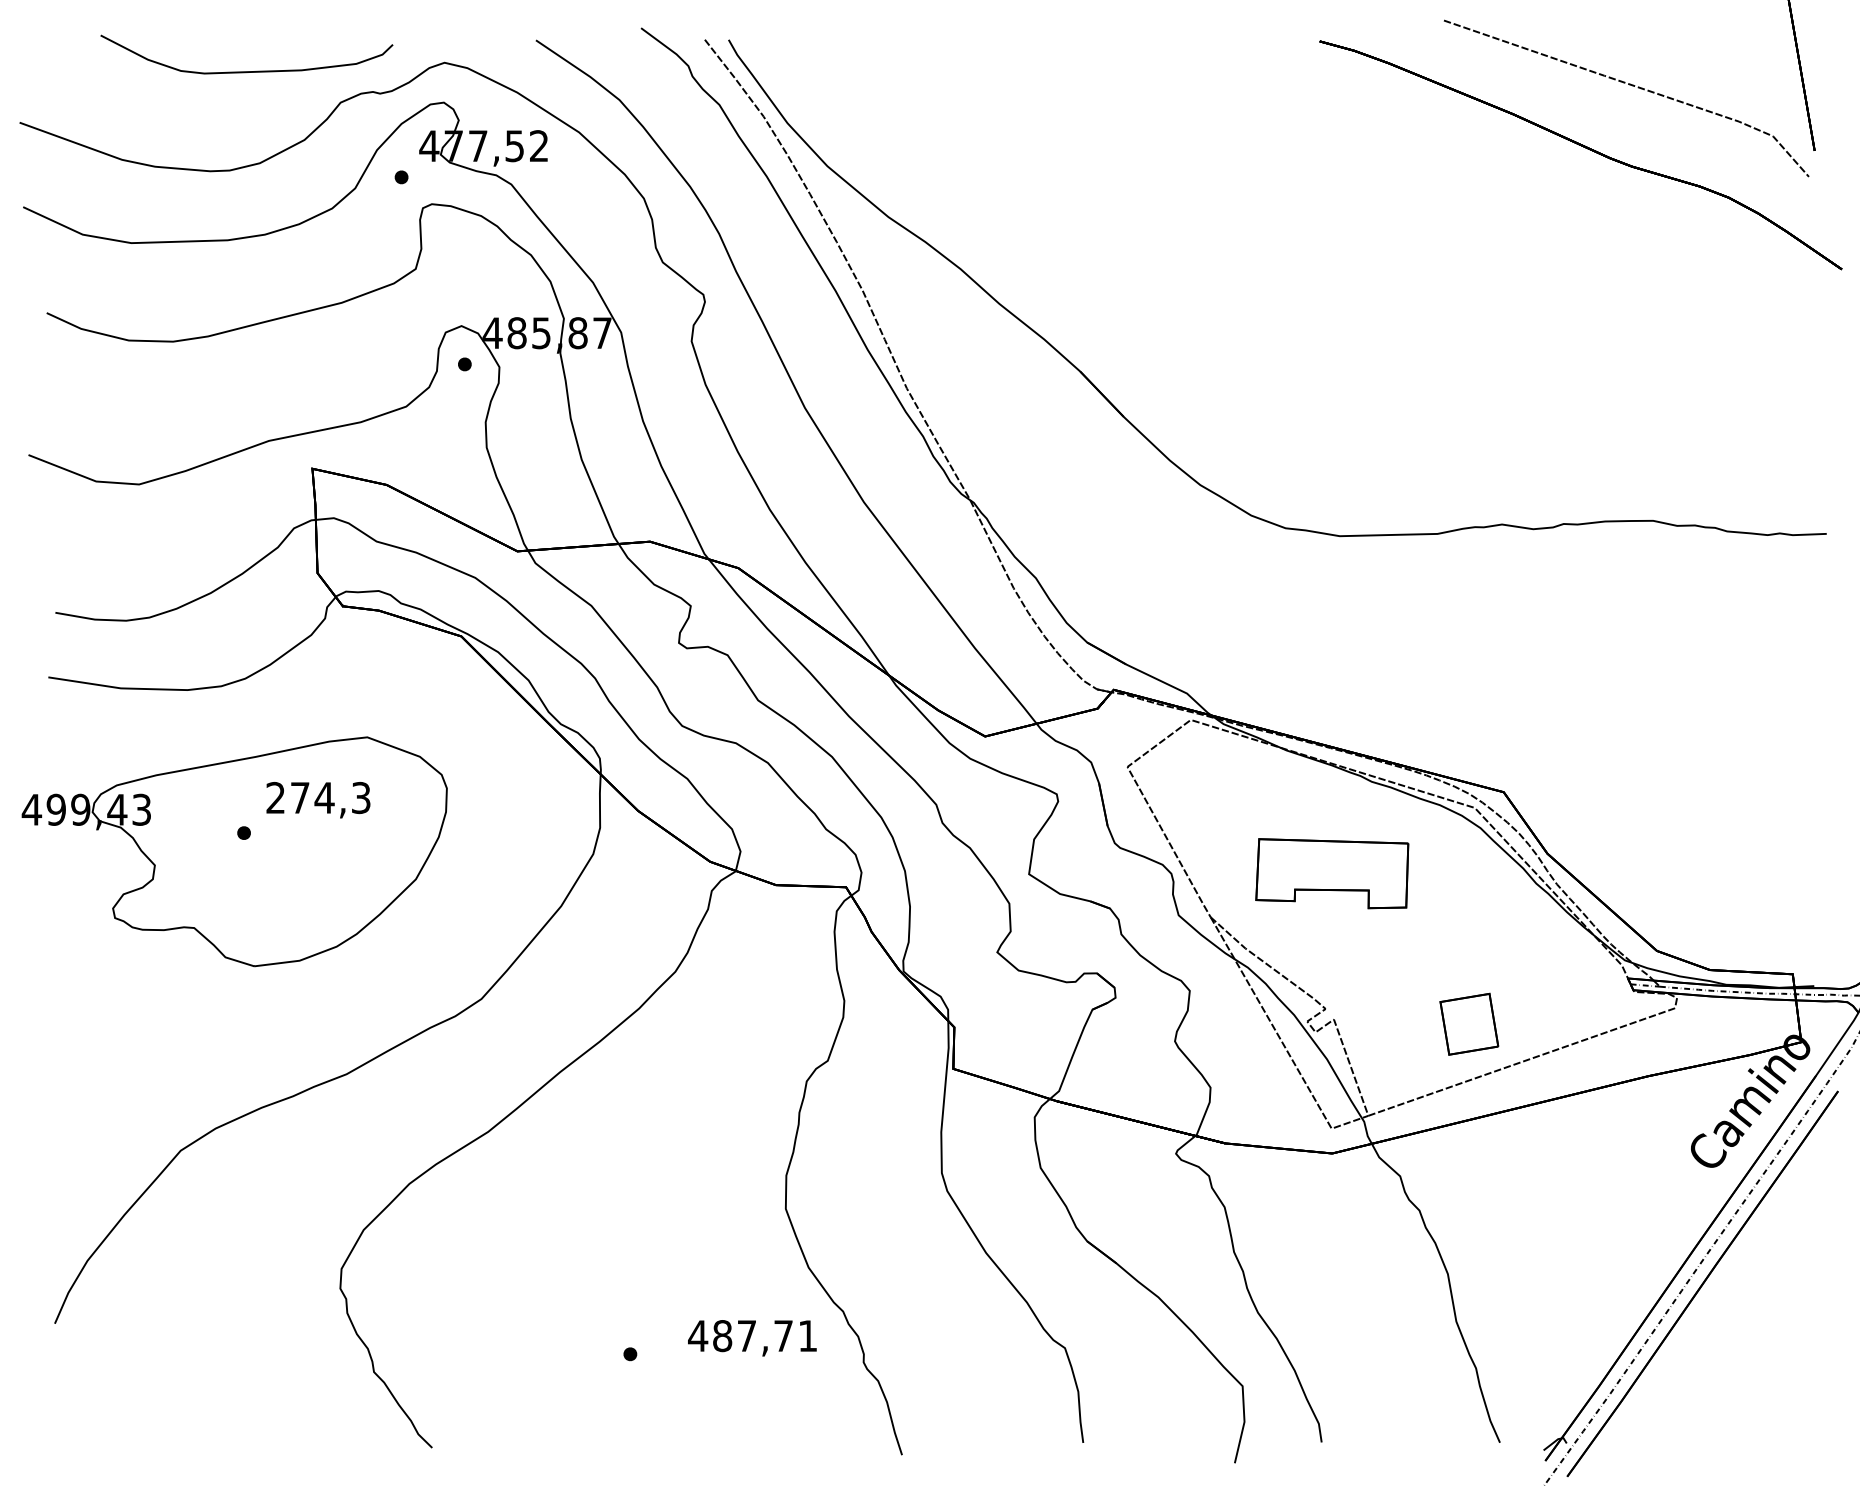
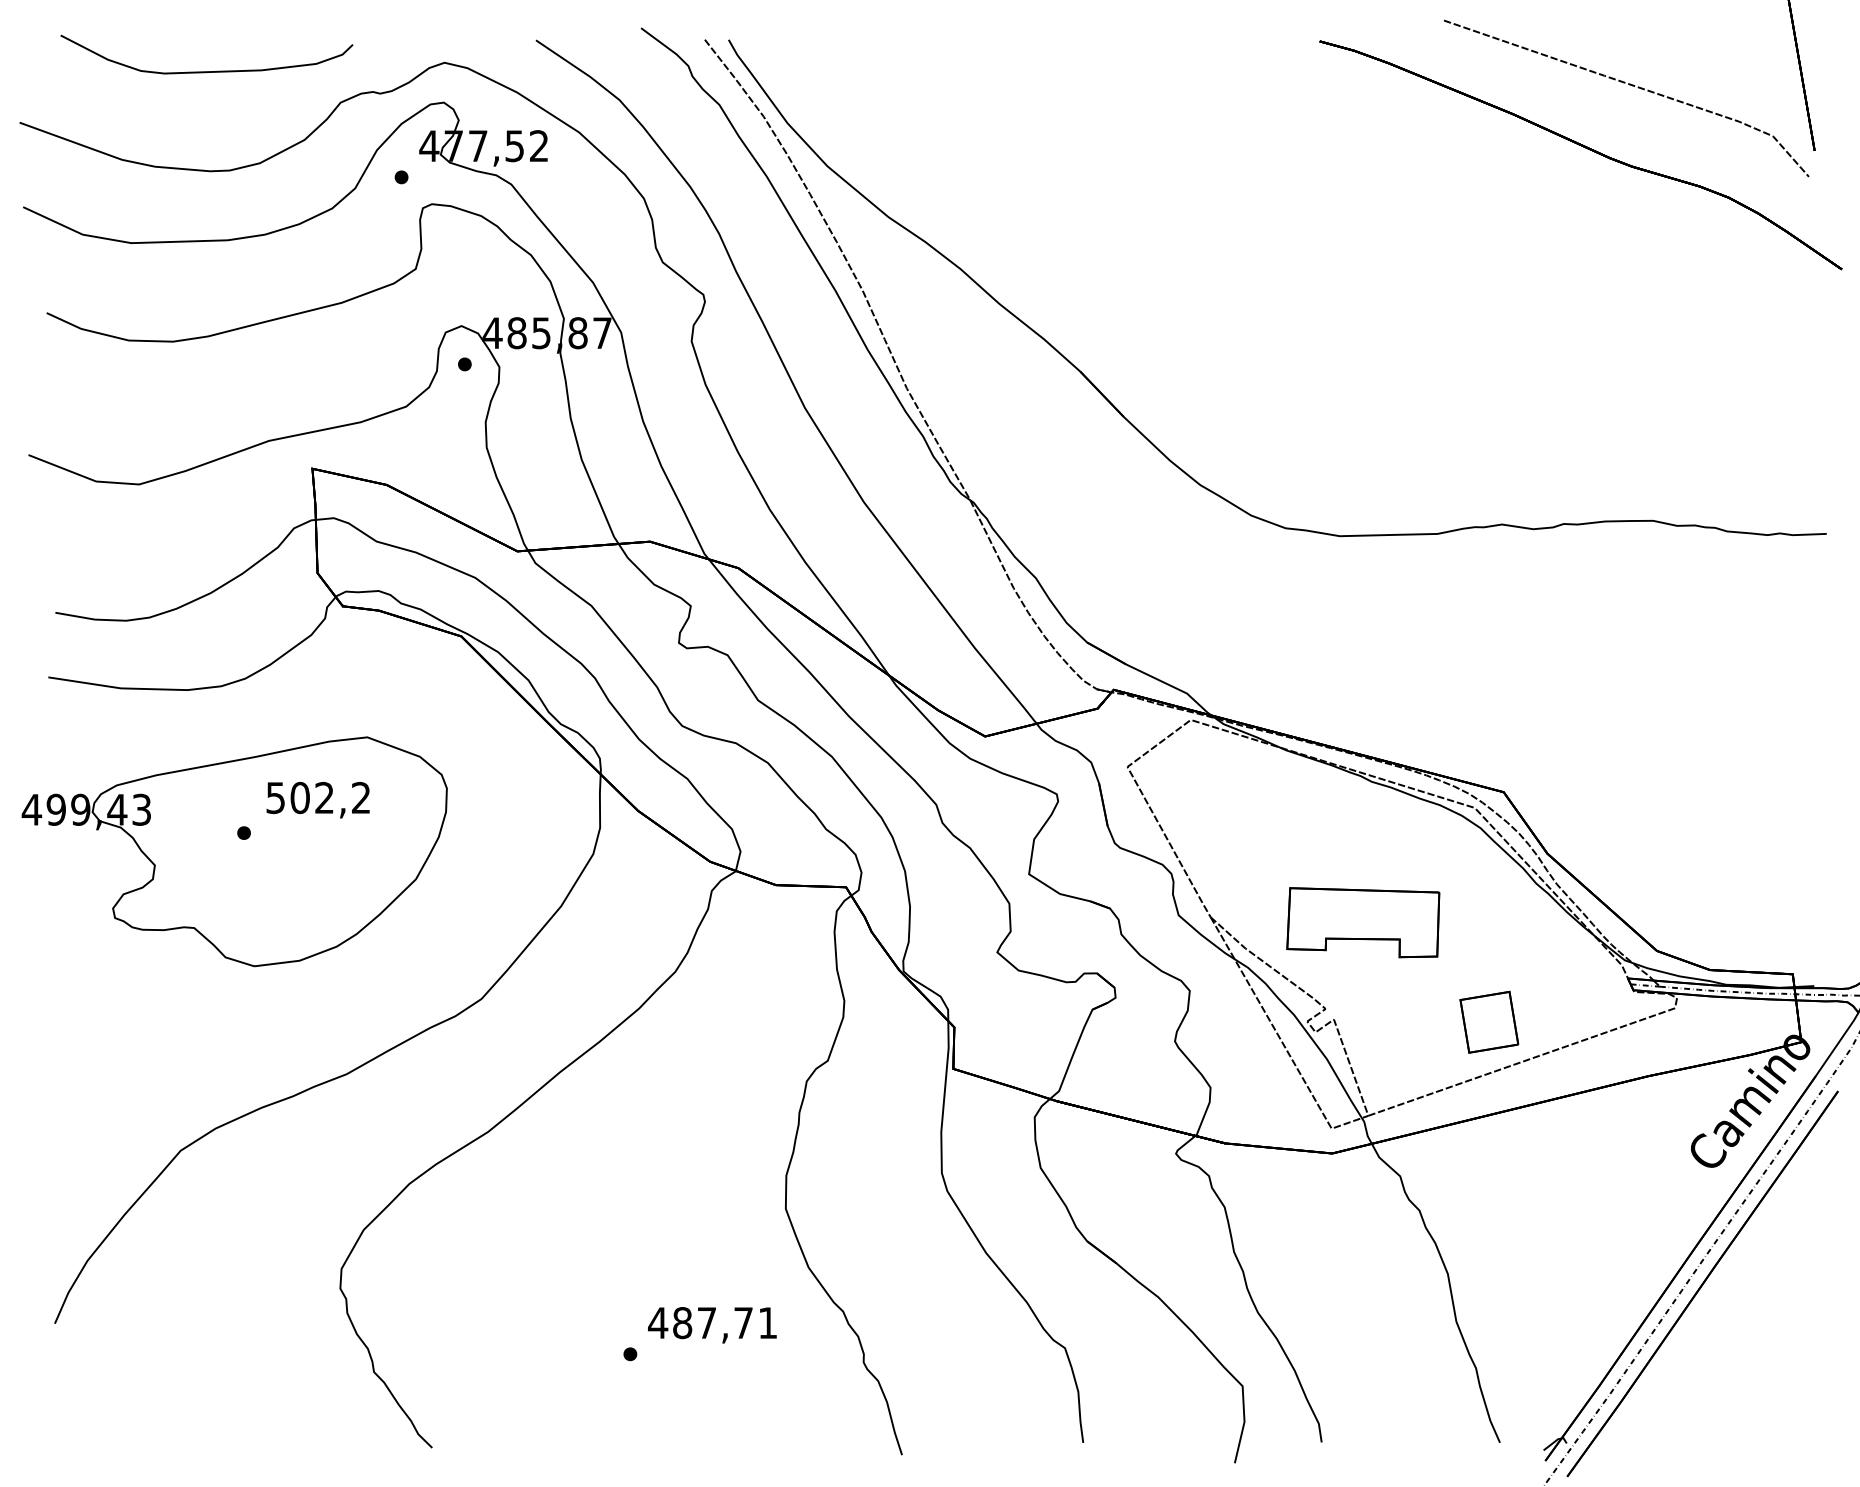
curve at (246, 71) position: (246, 71) -> (206, 71)
text at (318, 797): 274,3 -> 502,2
part at (1332, 873) position: (1332, 873) -> (1363, 922)
part at (1469, 1023) position: (1469, 1023) -> (1489, 1021)
text at (752, 1338) position: (752, 1338) -> (712, 1325)
